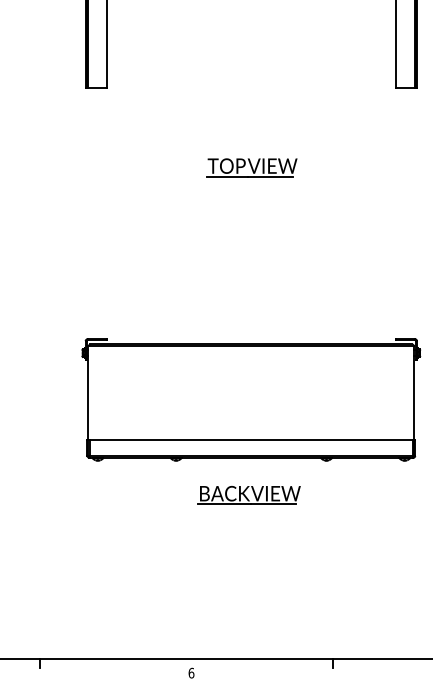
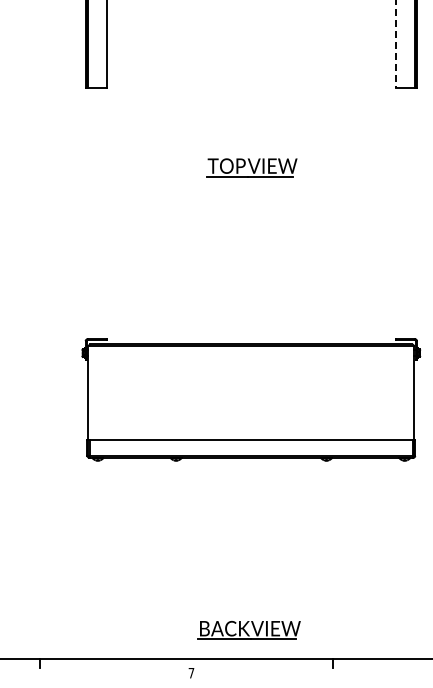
line at (396, 44): solid -> dashed
part at (248, 495) position: (248, 495) -> (248, 630)
text at (191, 672): 6 -> 7
